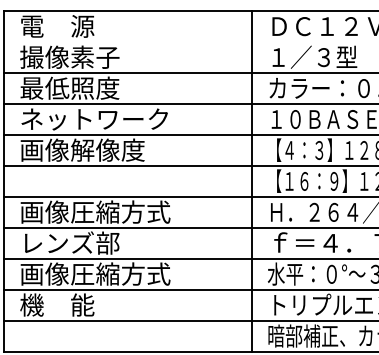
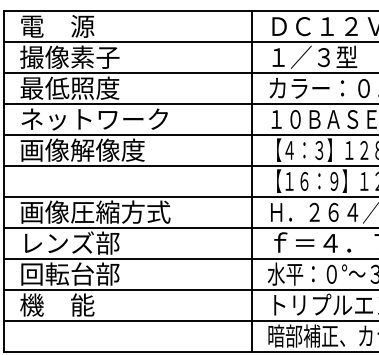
line at (189, 42): none -> present
text at (95, 273): 画像圧縮方式 -> 回転台部
